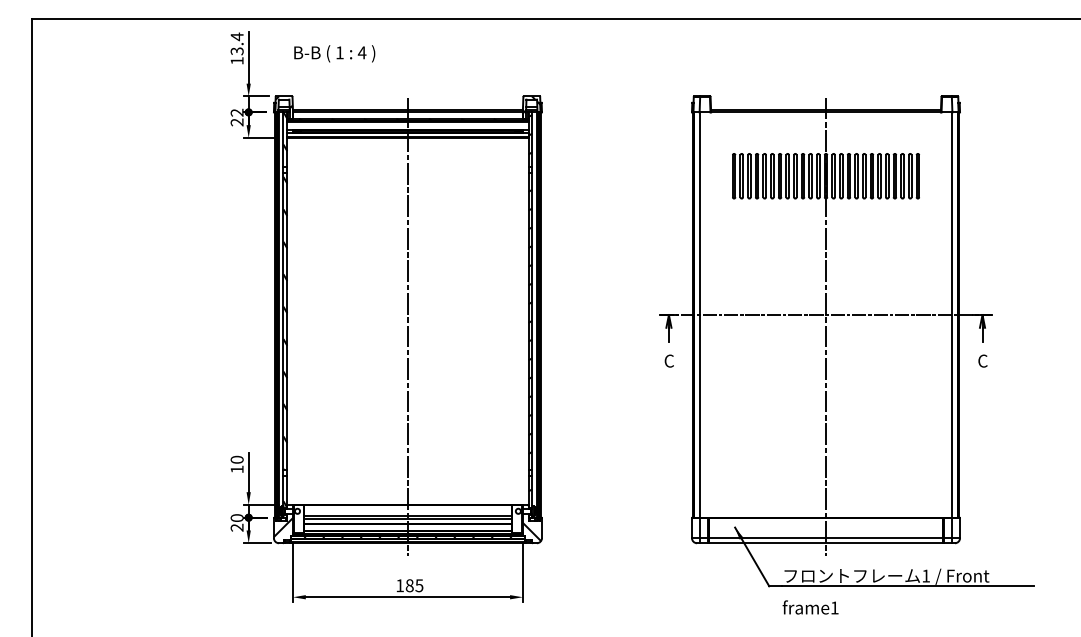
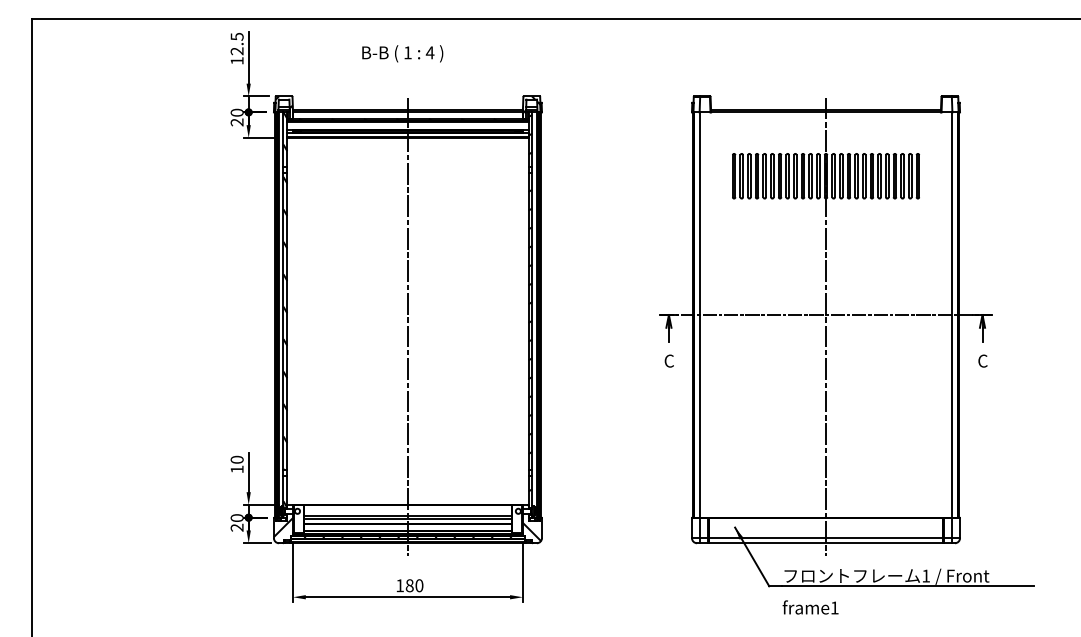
text at (236, 43): 13.4 -> 12.5
text at (334, 53) position: (334, 53) -> (402, 53)
text at (236, 112): 22 -> 20
text at (419, 585): 185 -> 180
